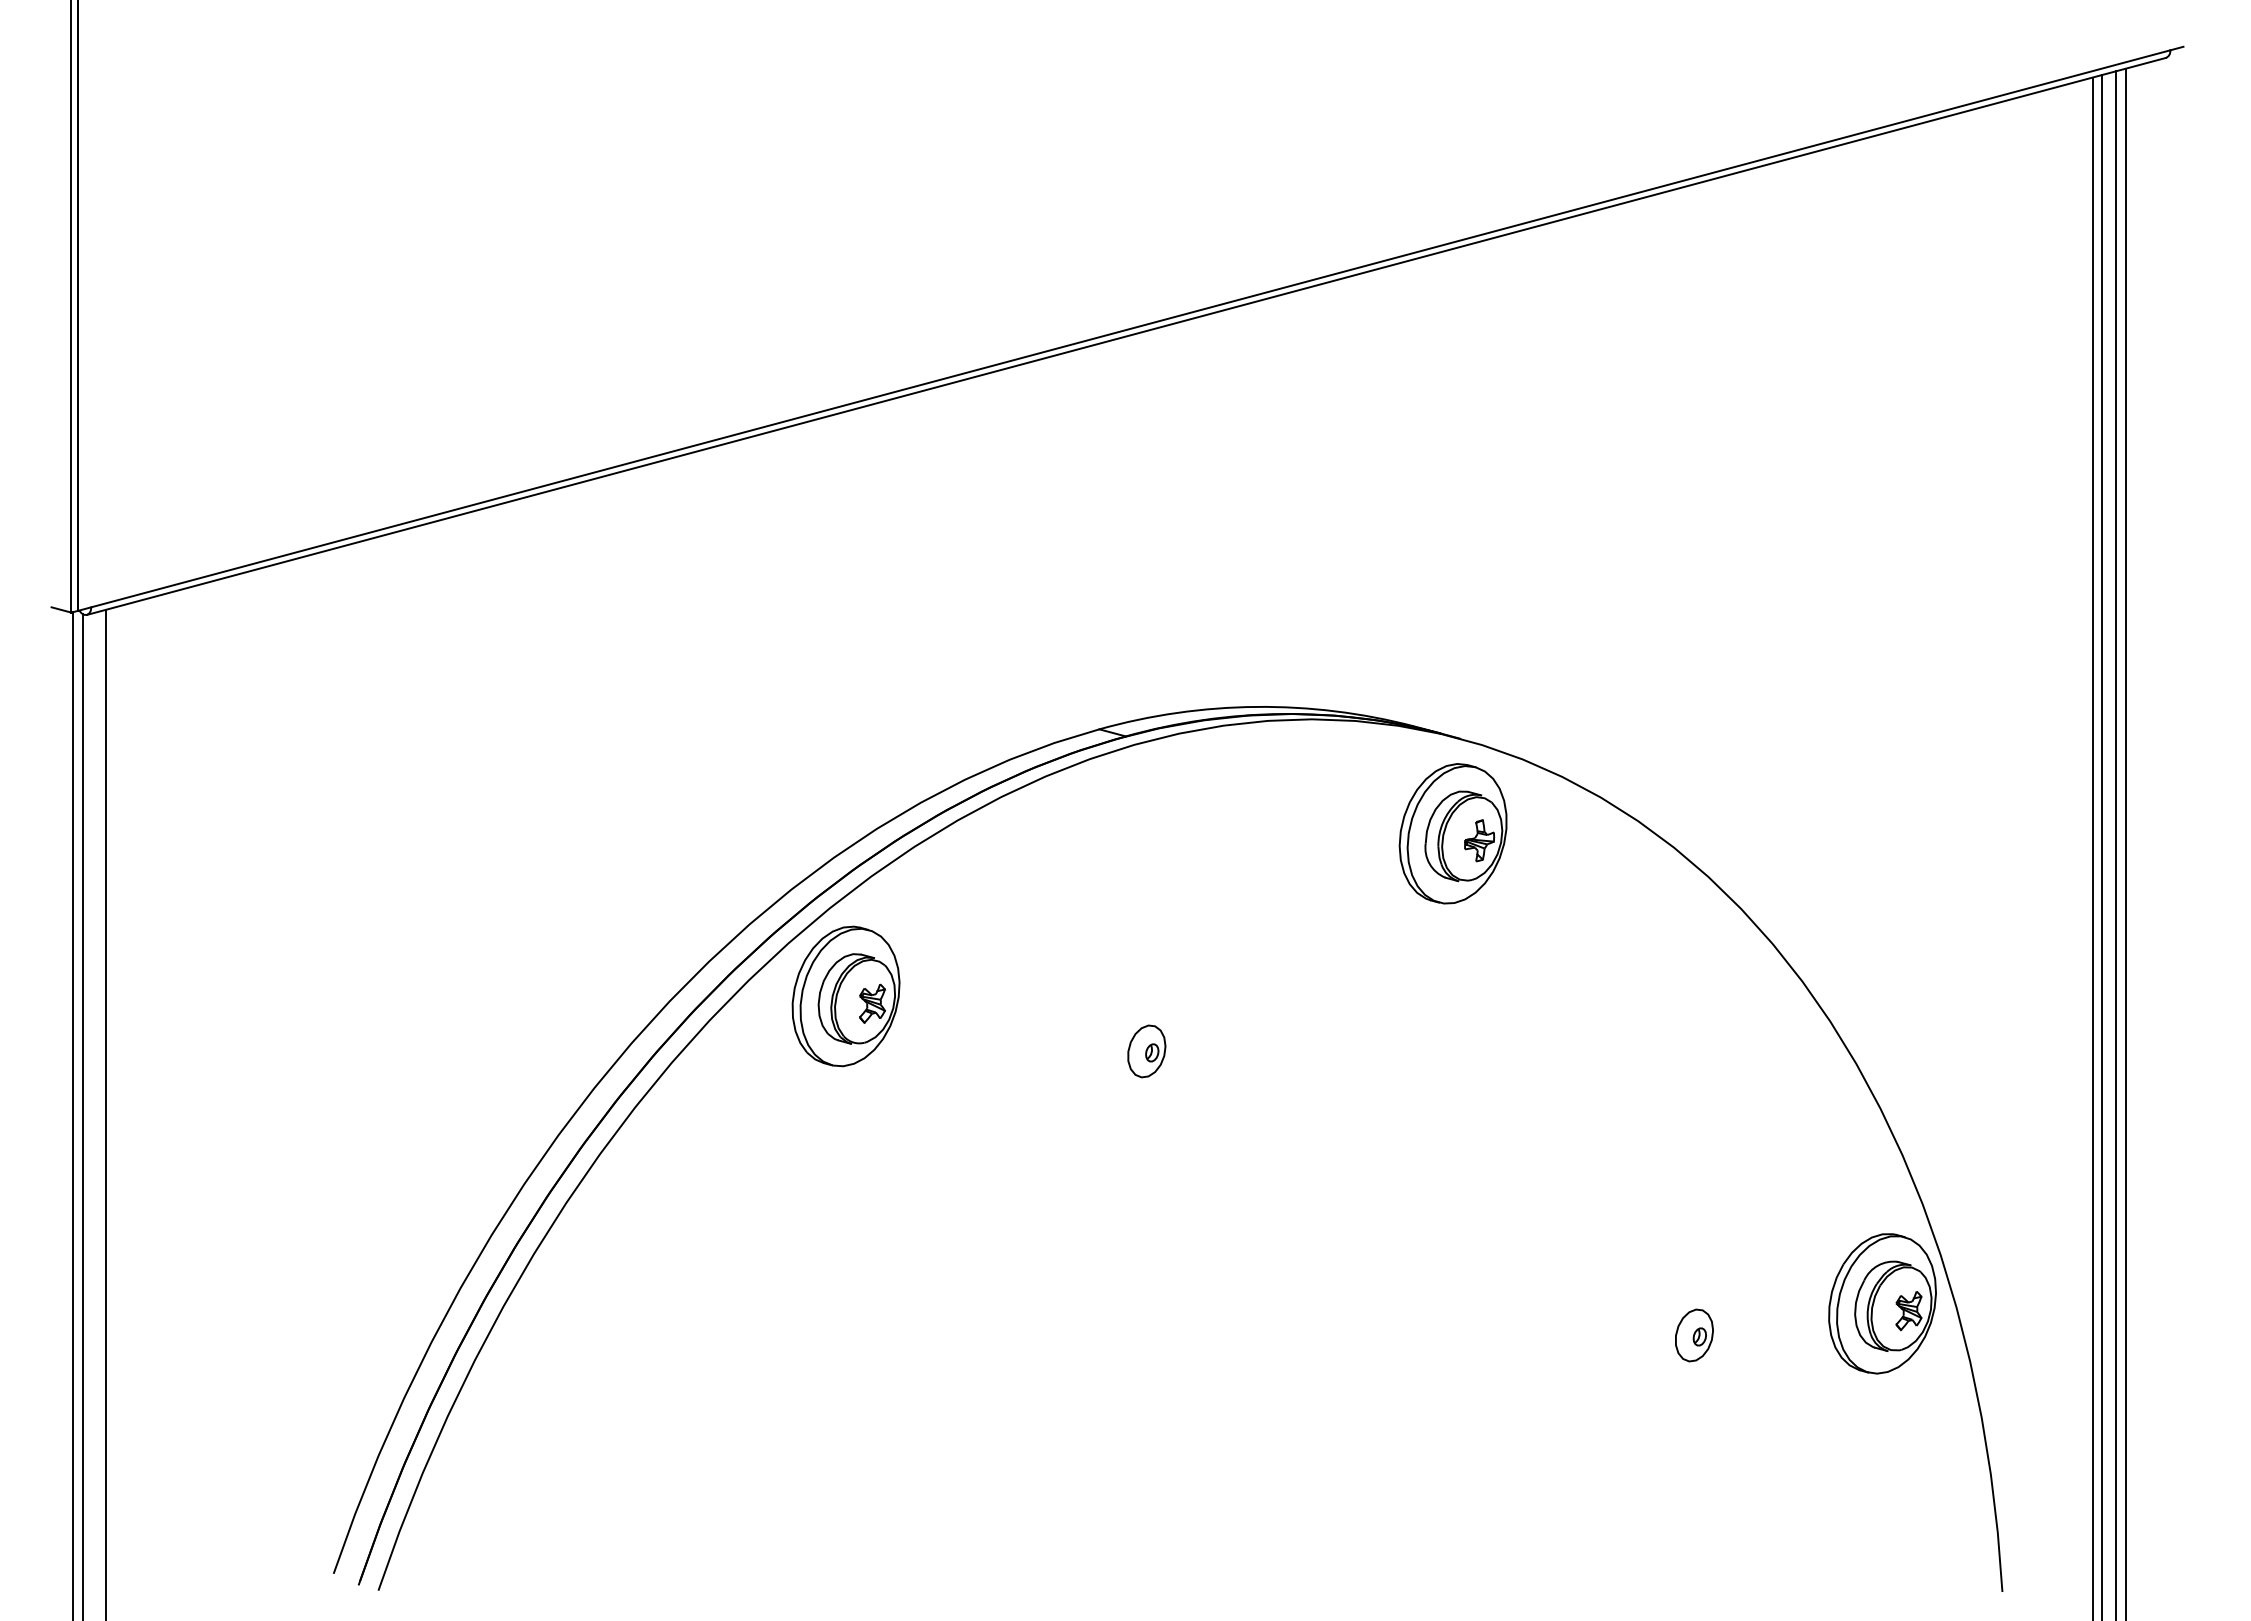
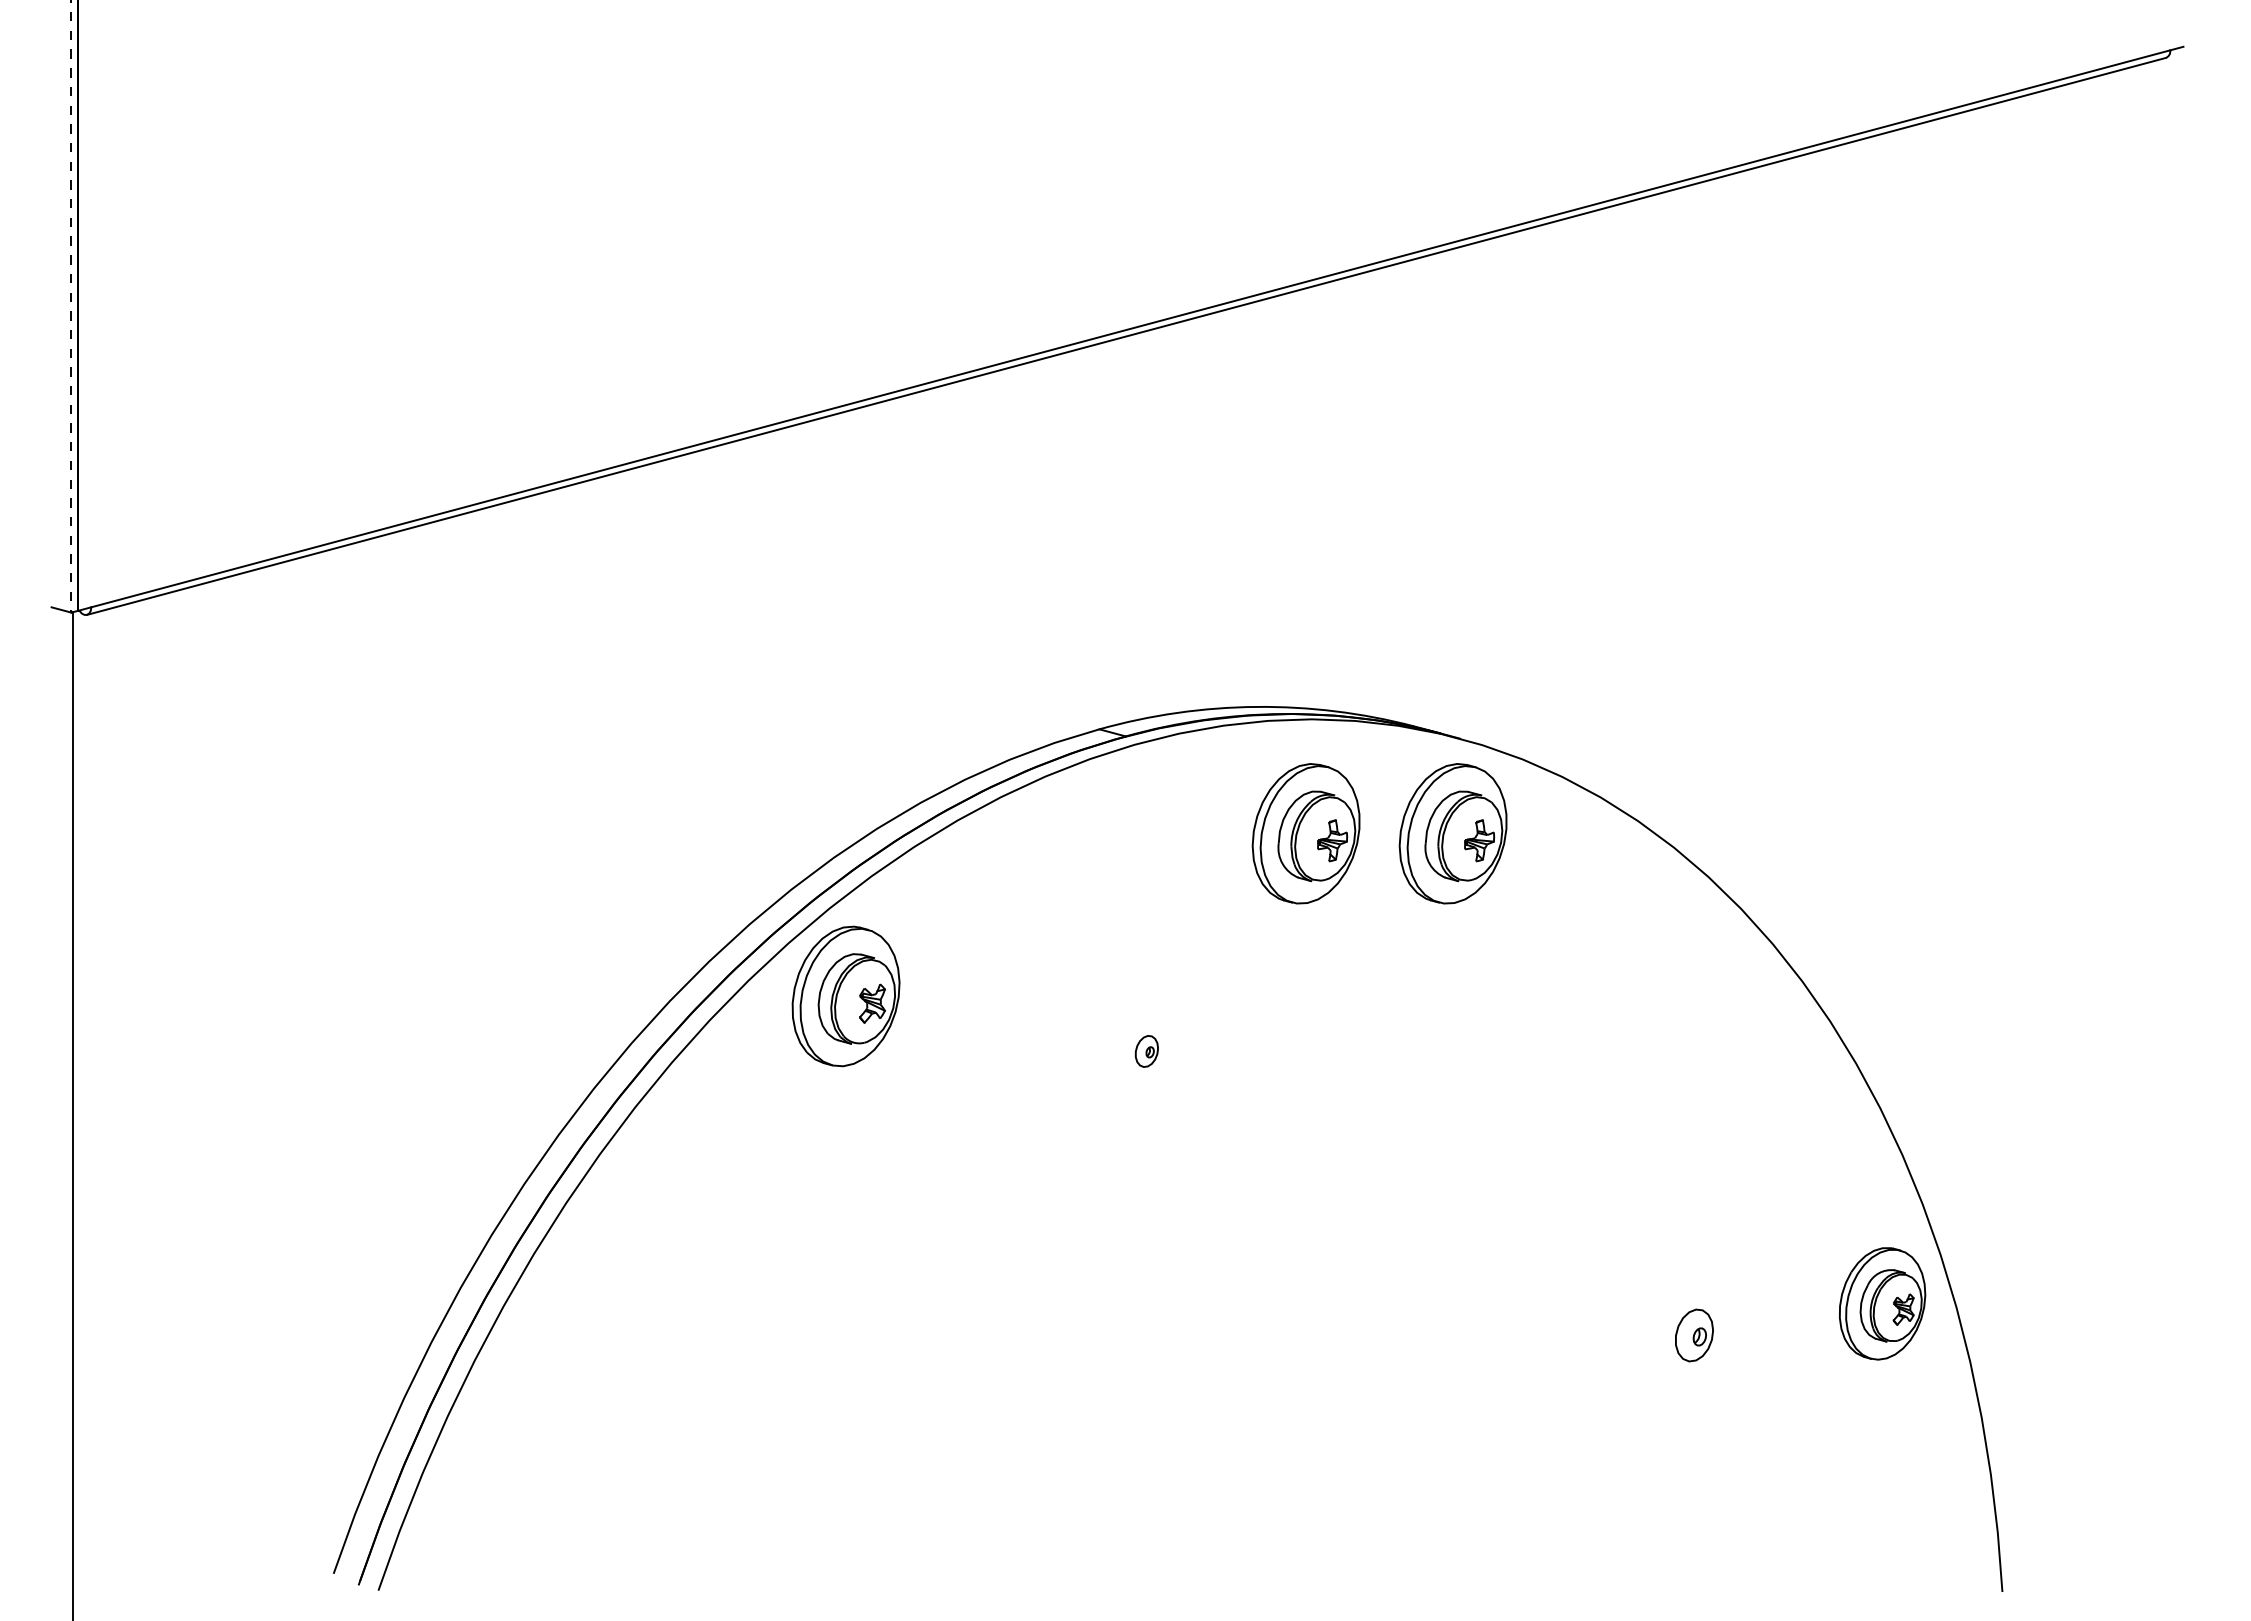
line at (71, 307): solid -> dashed
part at (1305, 833): none -> present
line at (2125, 842): present -> none
line at (2115, 844): present -> none
line at (2102, 846): present -> none
line at (2092, 847): present -> none
part at (1146, 1051) size: 40x55 px -> 25x33 px
line at (106, 1113): present -> none
line at (83, 1115): present -> none
part at (1882, 1303) size: 109x142 px -> 89x114 px
